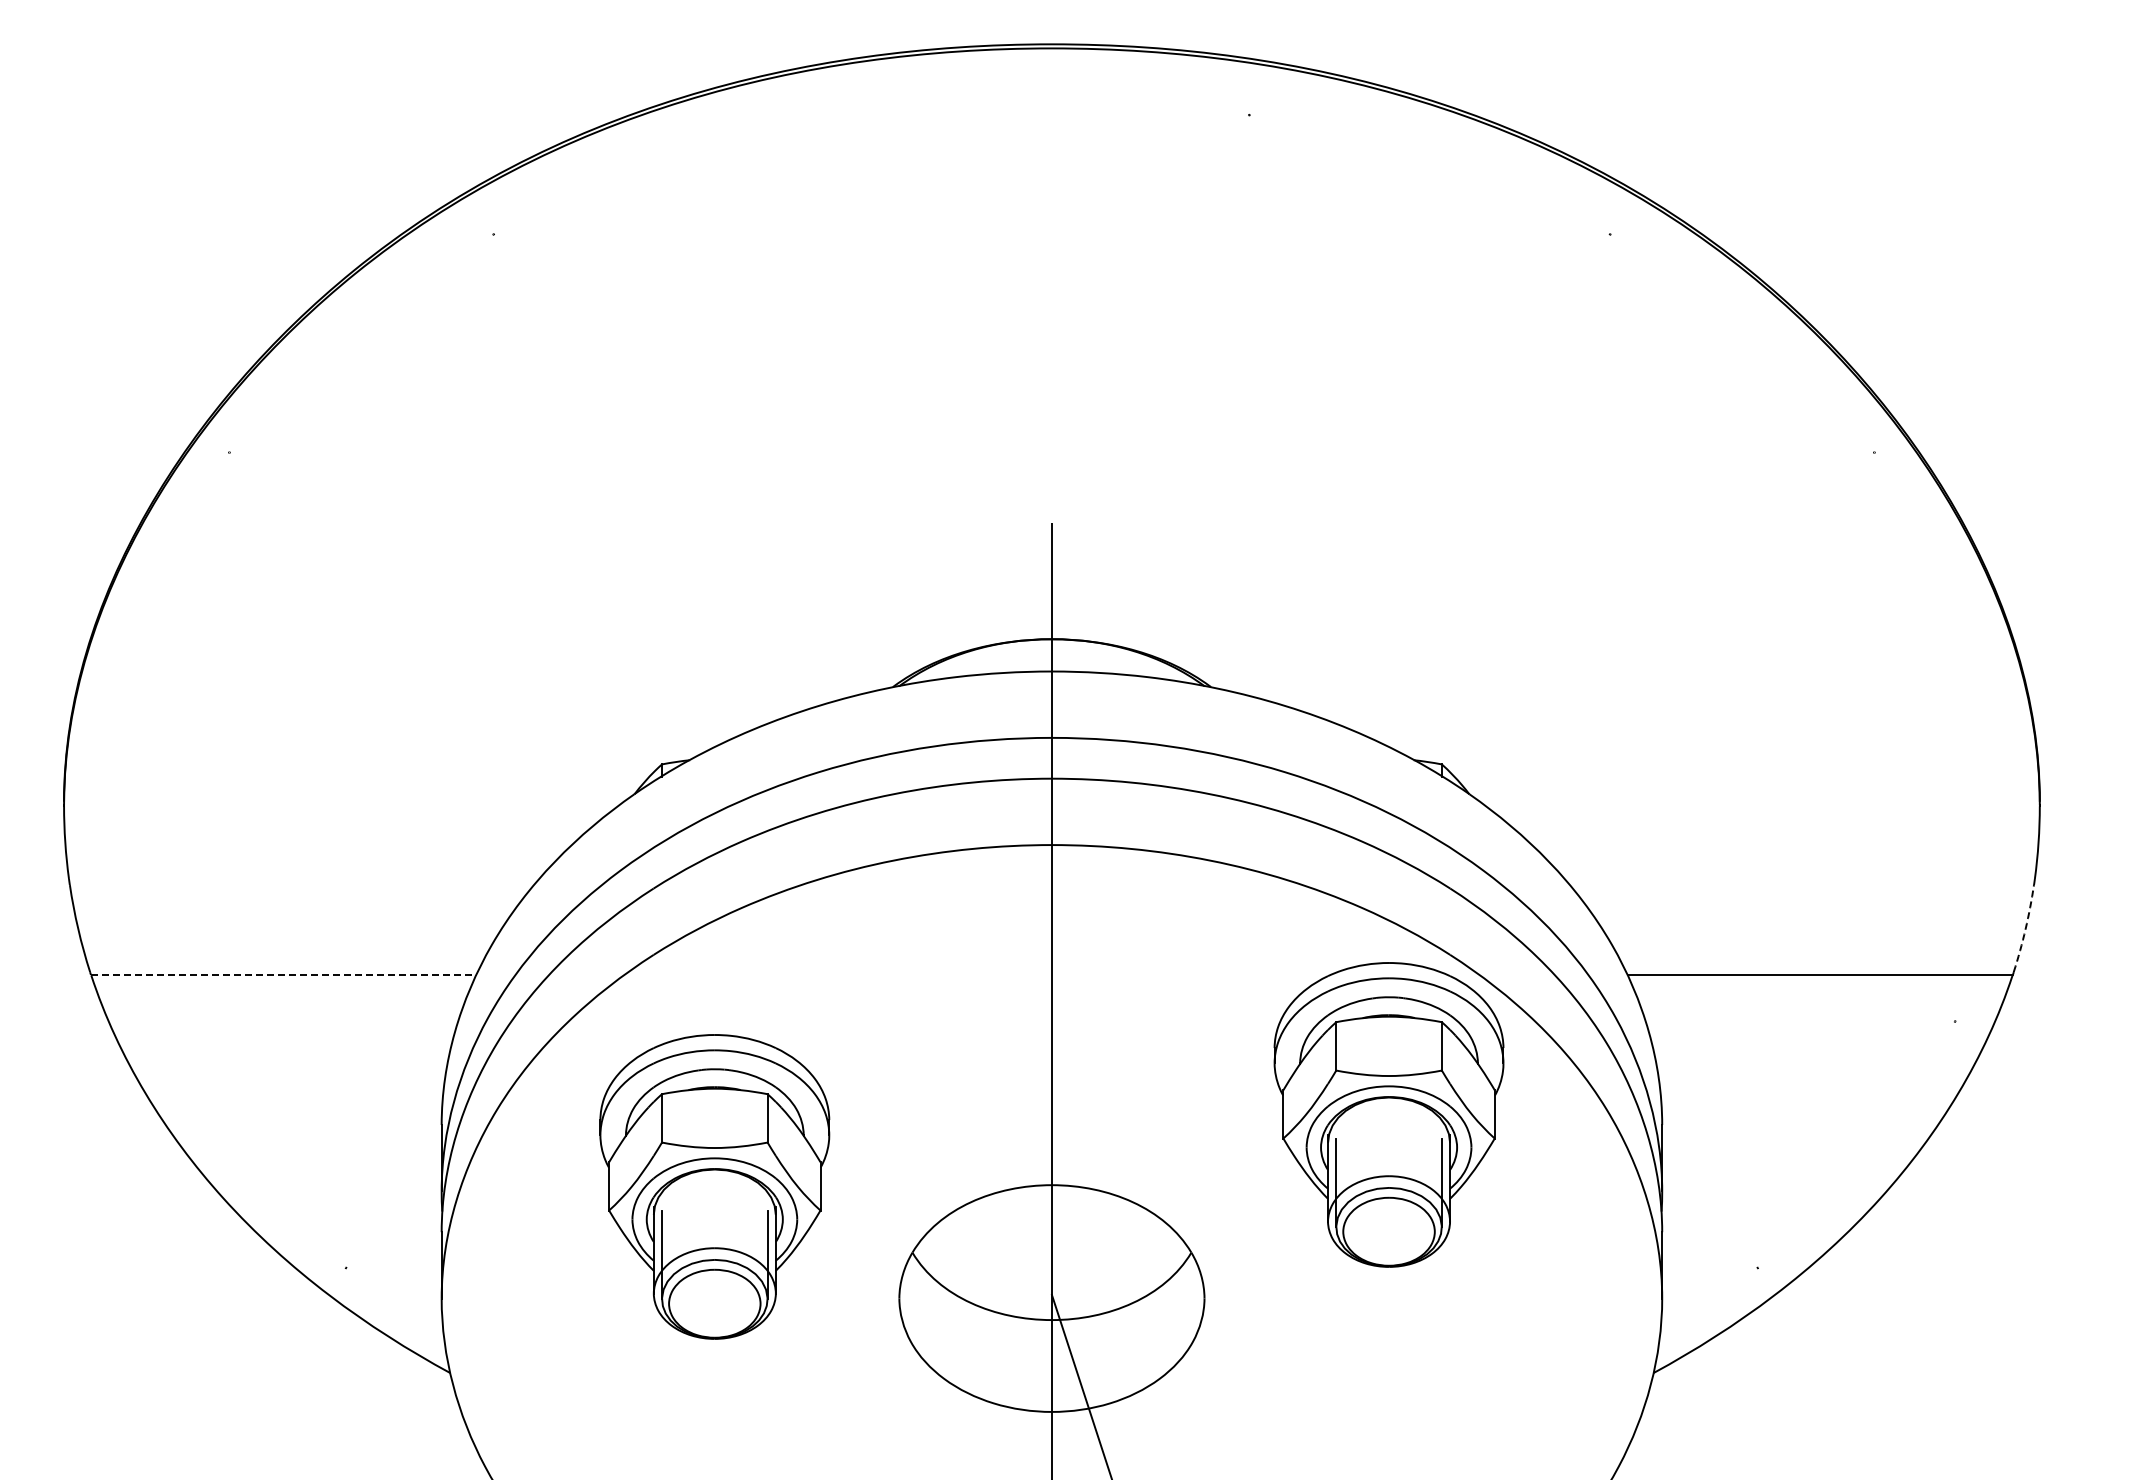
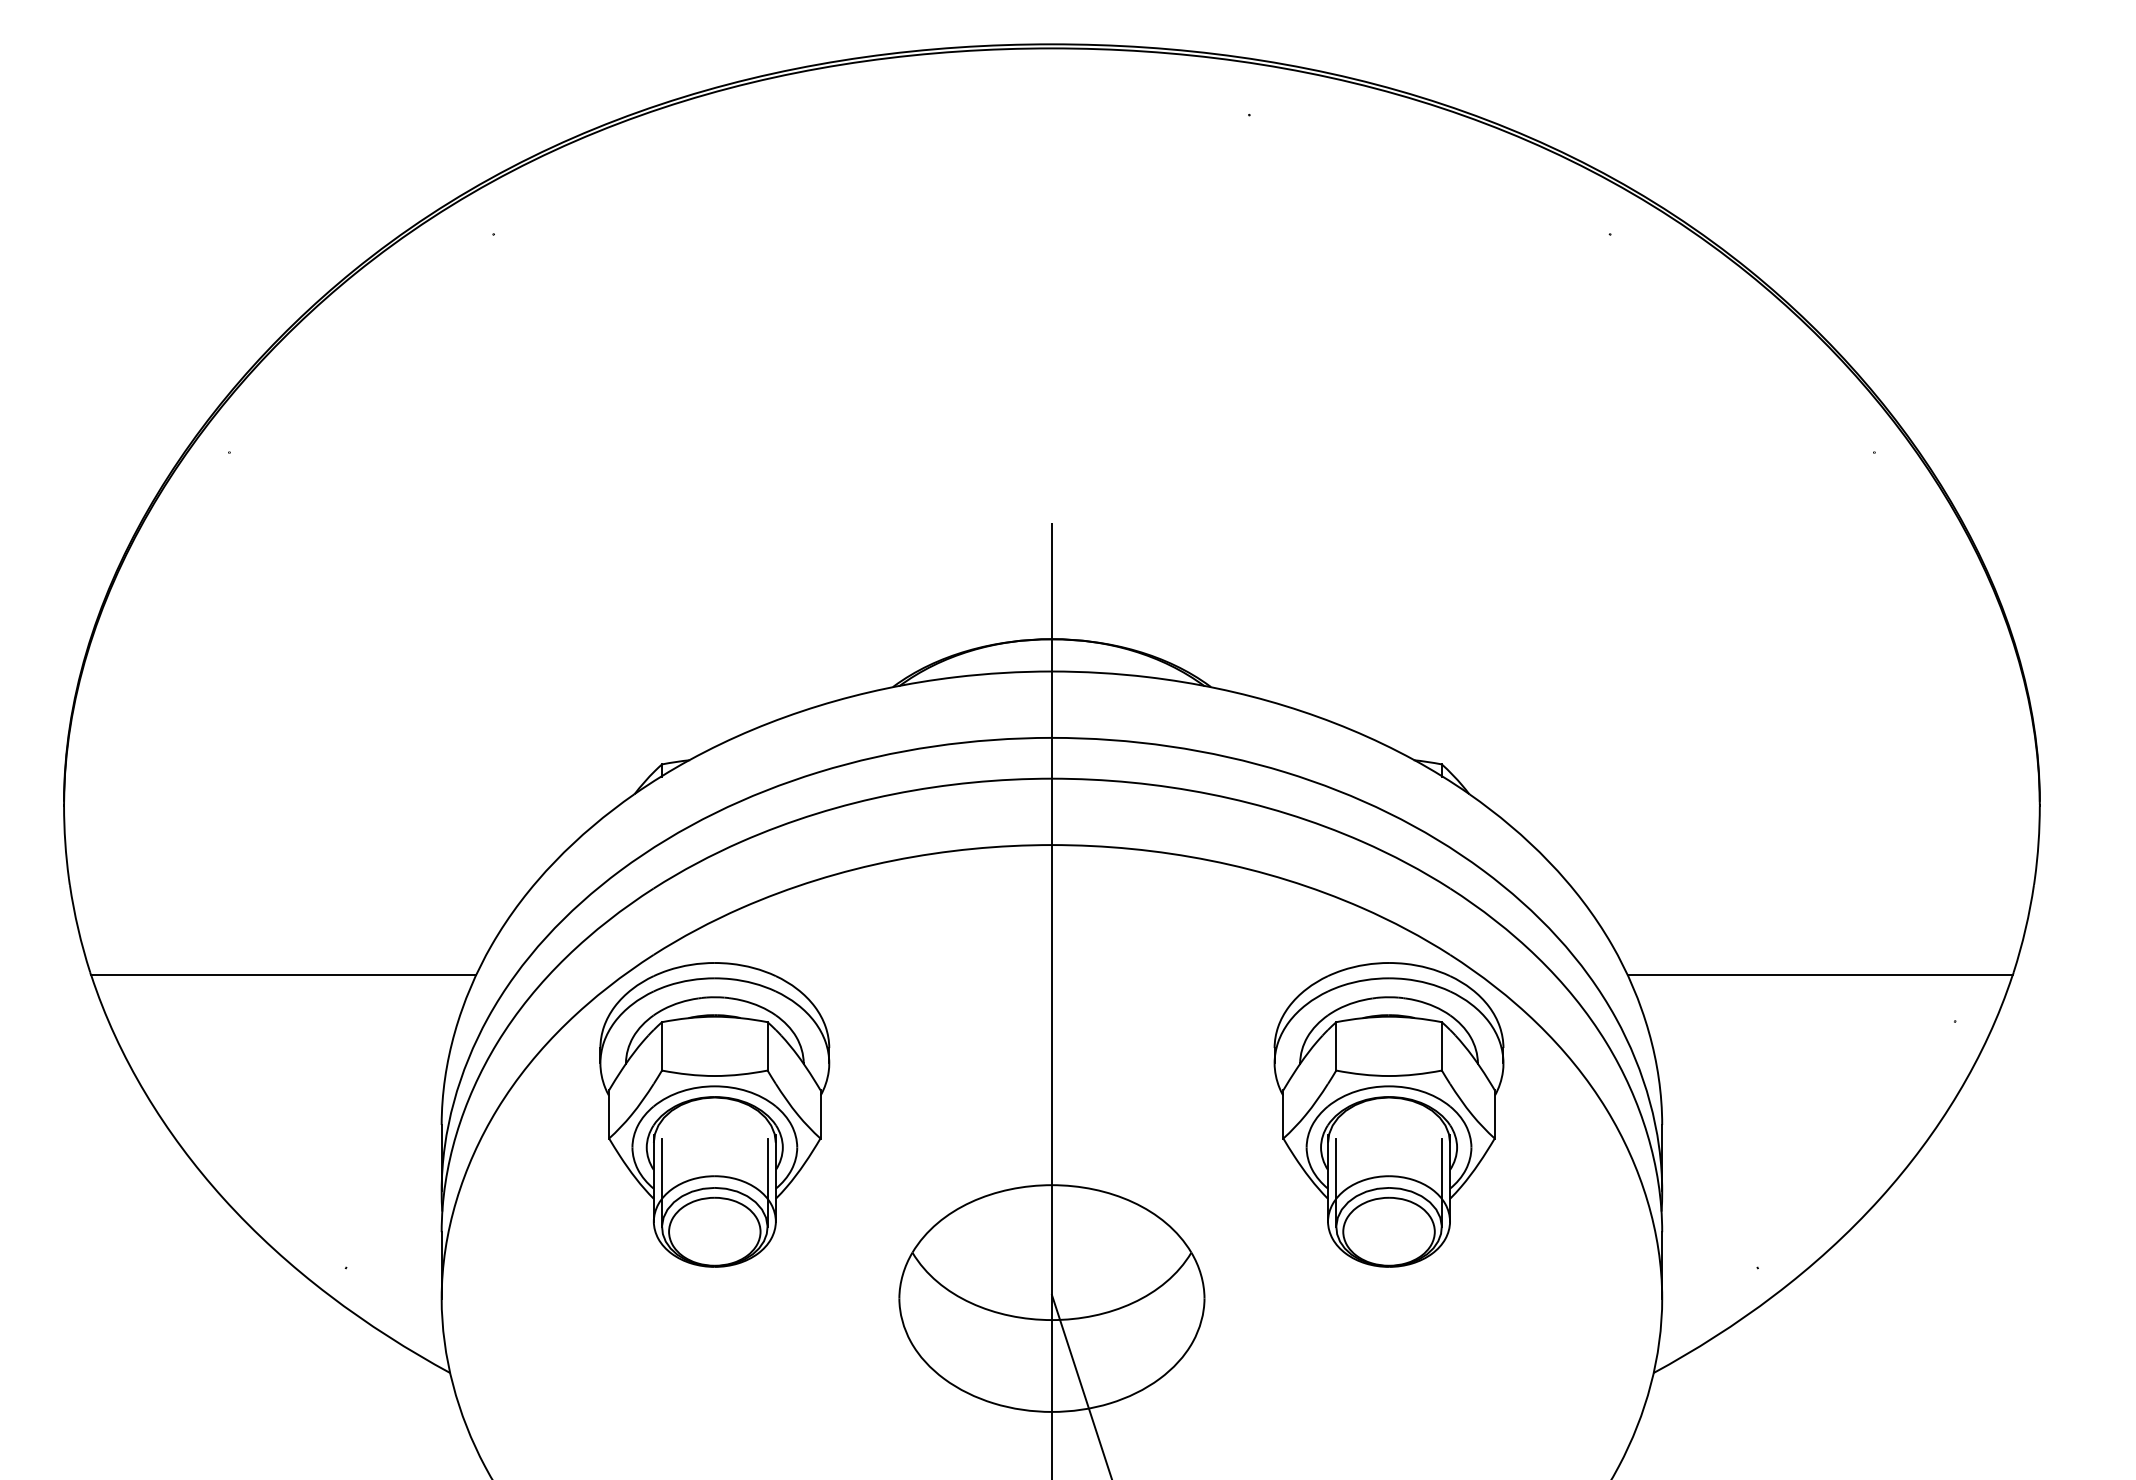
arc at (2025, 929): dashed -> solid
line at (283, 974): dashed -> solid
part at (714, 1186) position: (714, 1186) -> (714, 1114)
